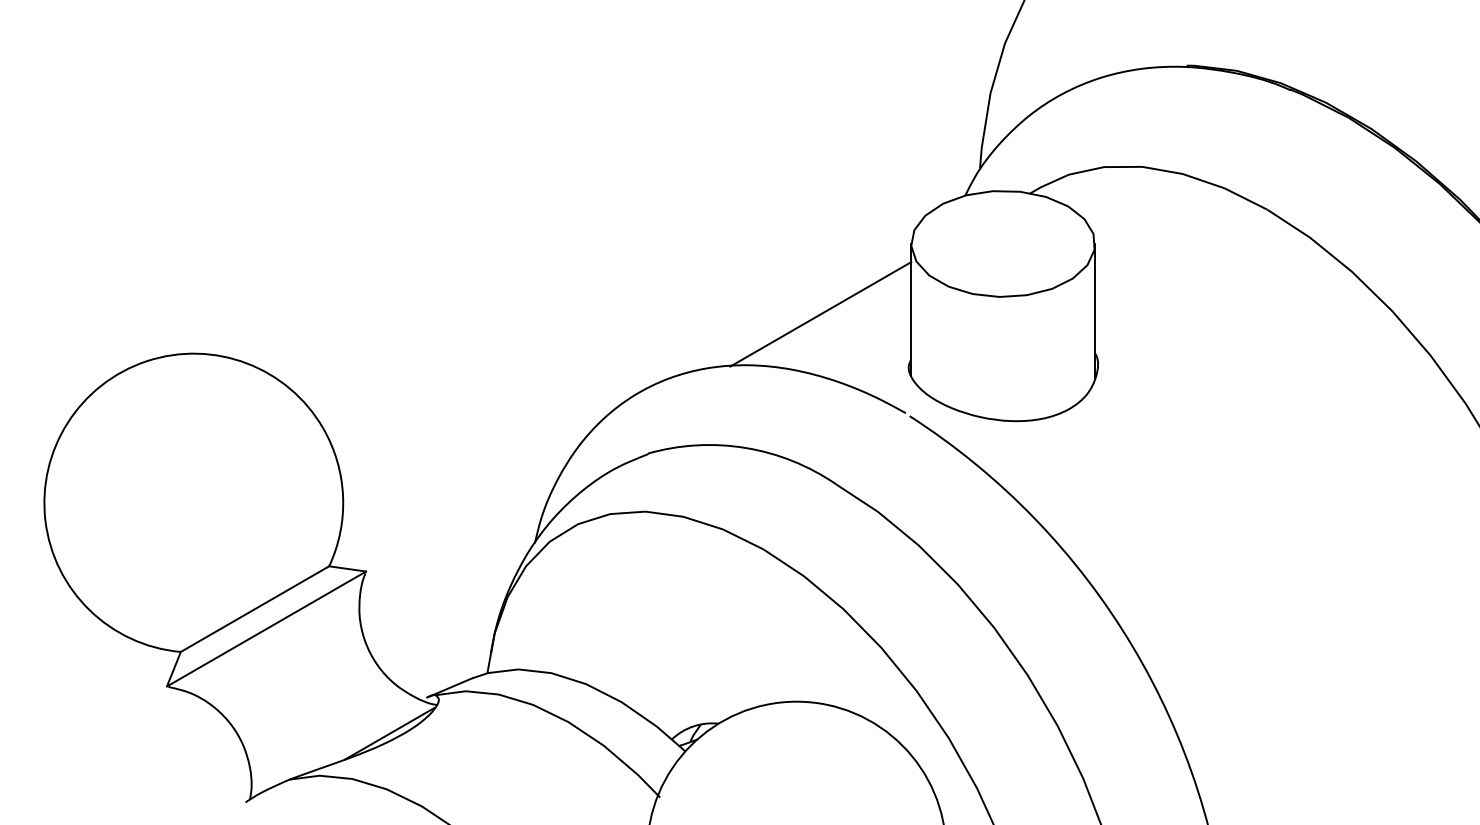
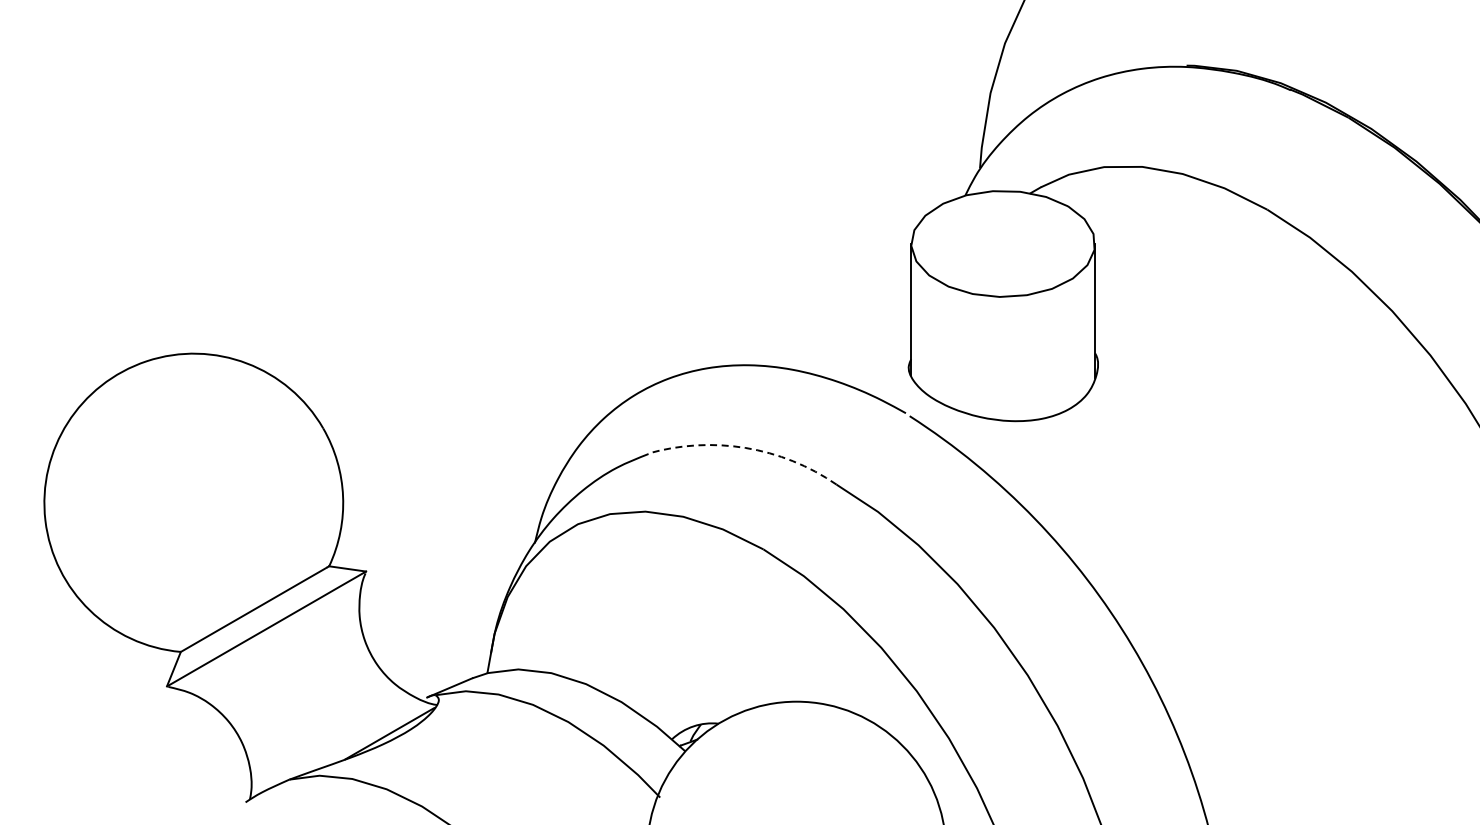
line at (820, 314): present -> none
arc at (745, 448): solid -> dashed
